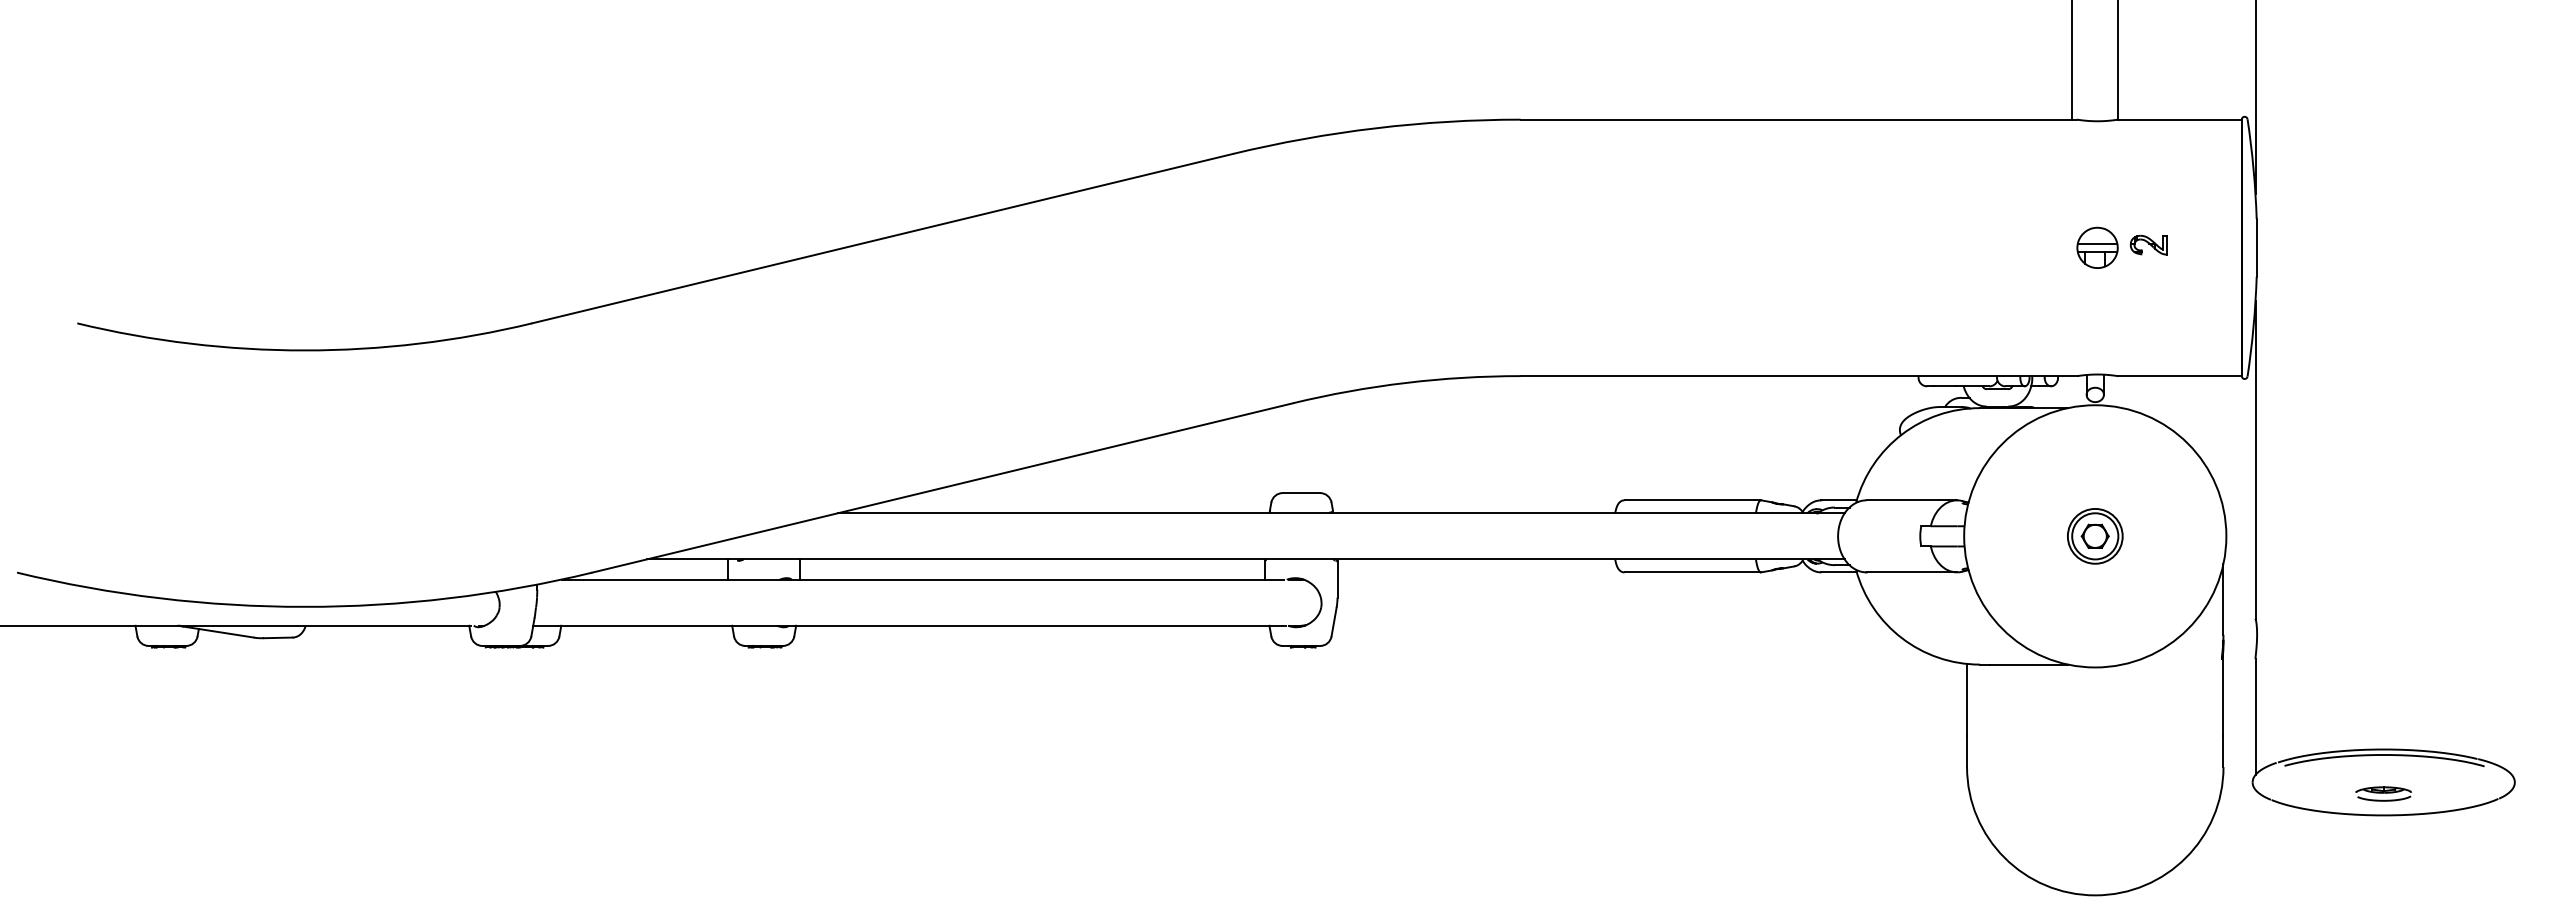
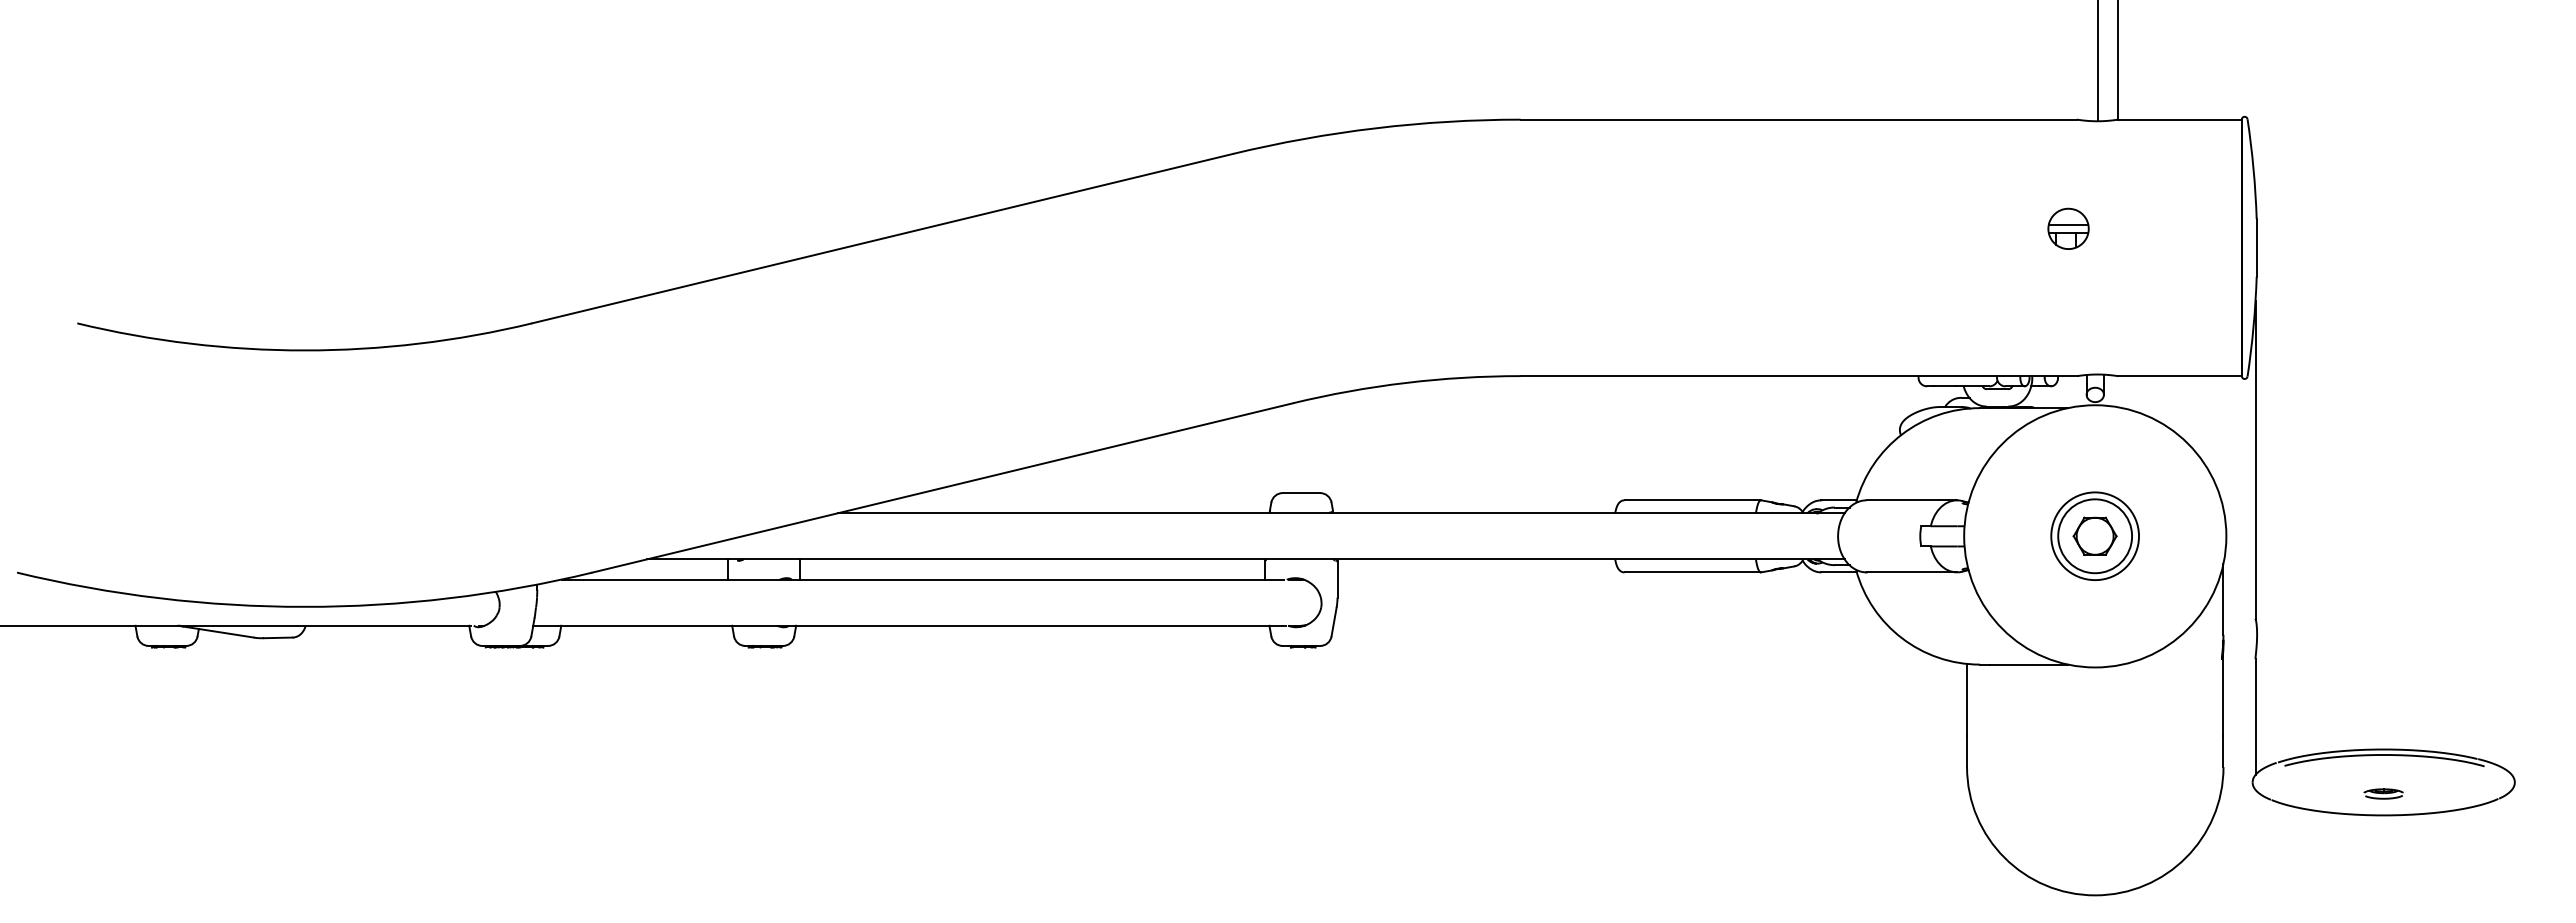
line at (2072, 60) position: (2072, 60) -> (2098, 60)
line at (2255, 98): present -> none
part at (2148, 244): present -> none
part at (2097, 247) position: (2097, 247) -> (2068, 228)
part at (2095, 536) size: 57x57 px -> 90x90 px
part at (2383, 793) size: 57x16 px -> 41x12 px
